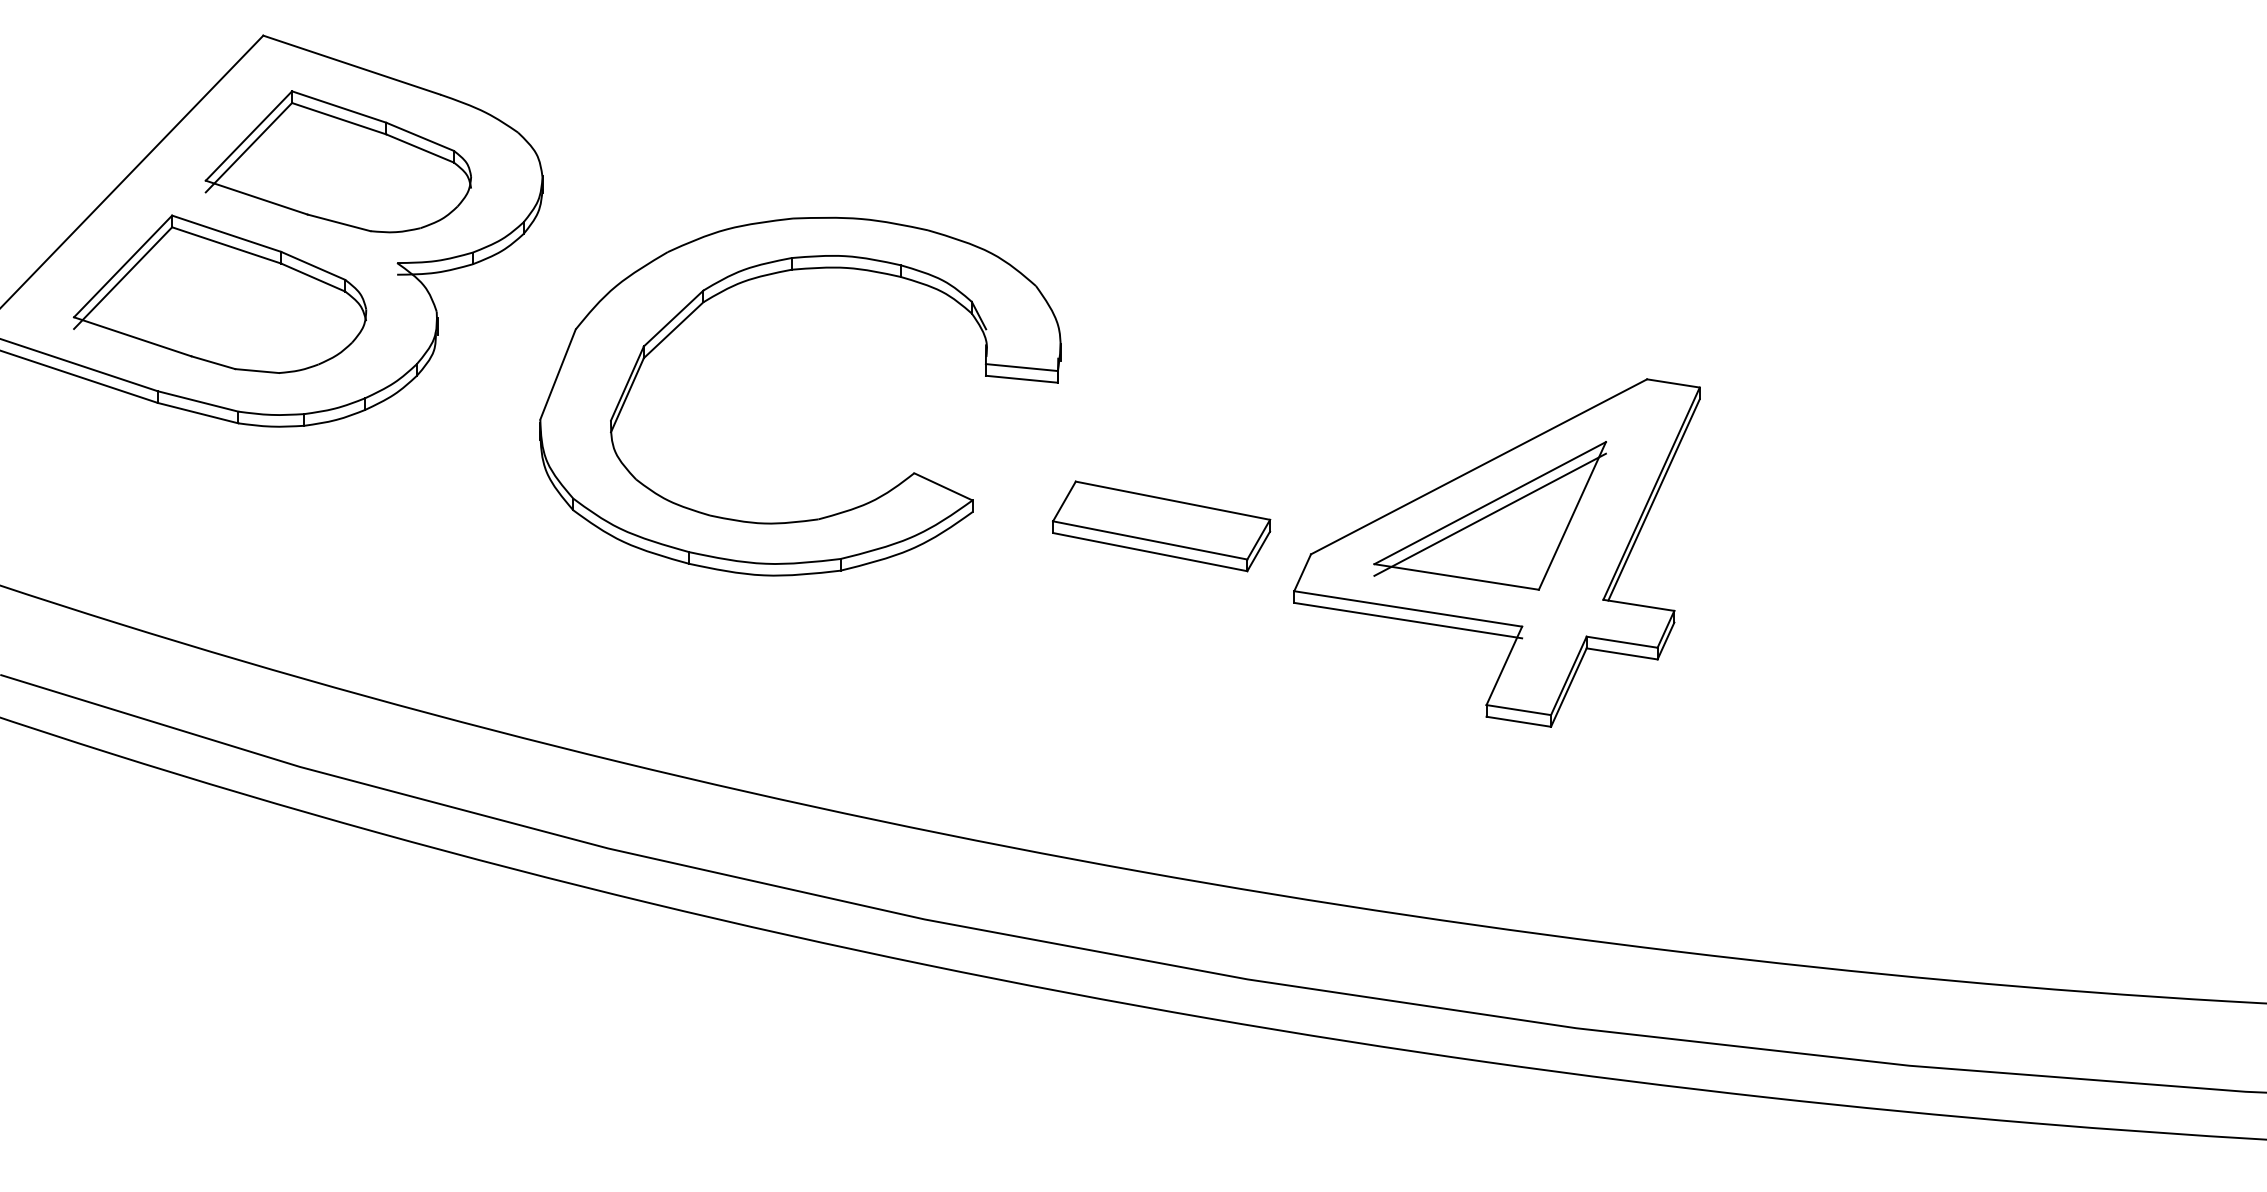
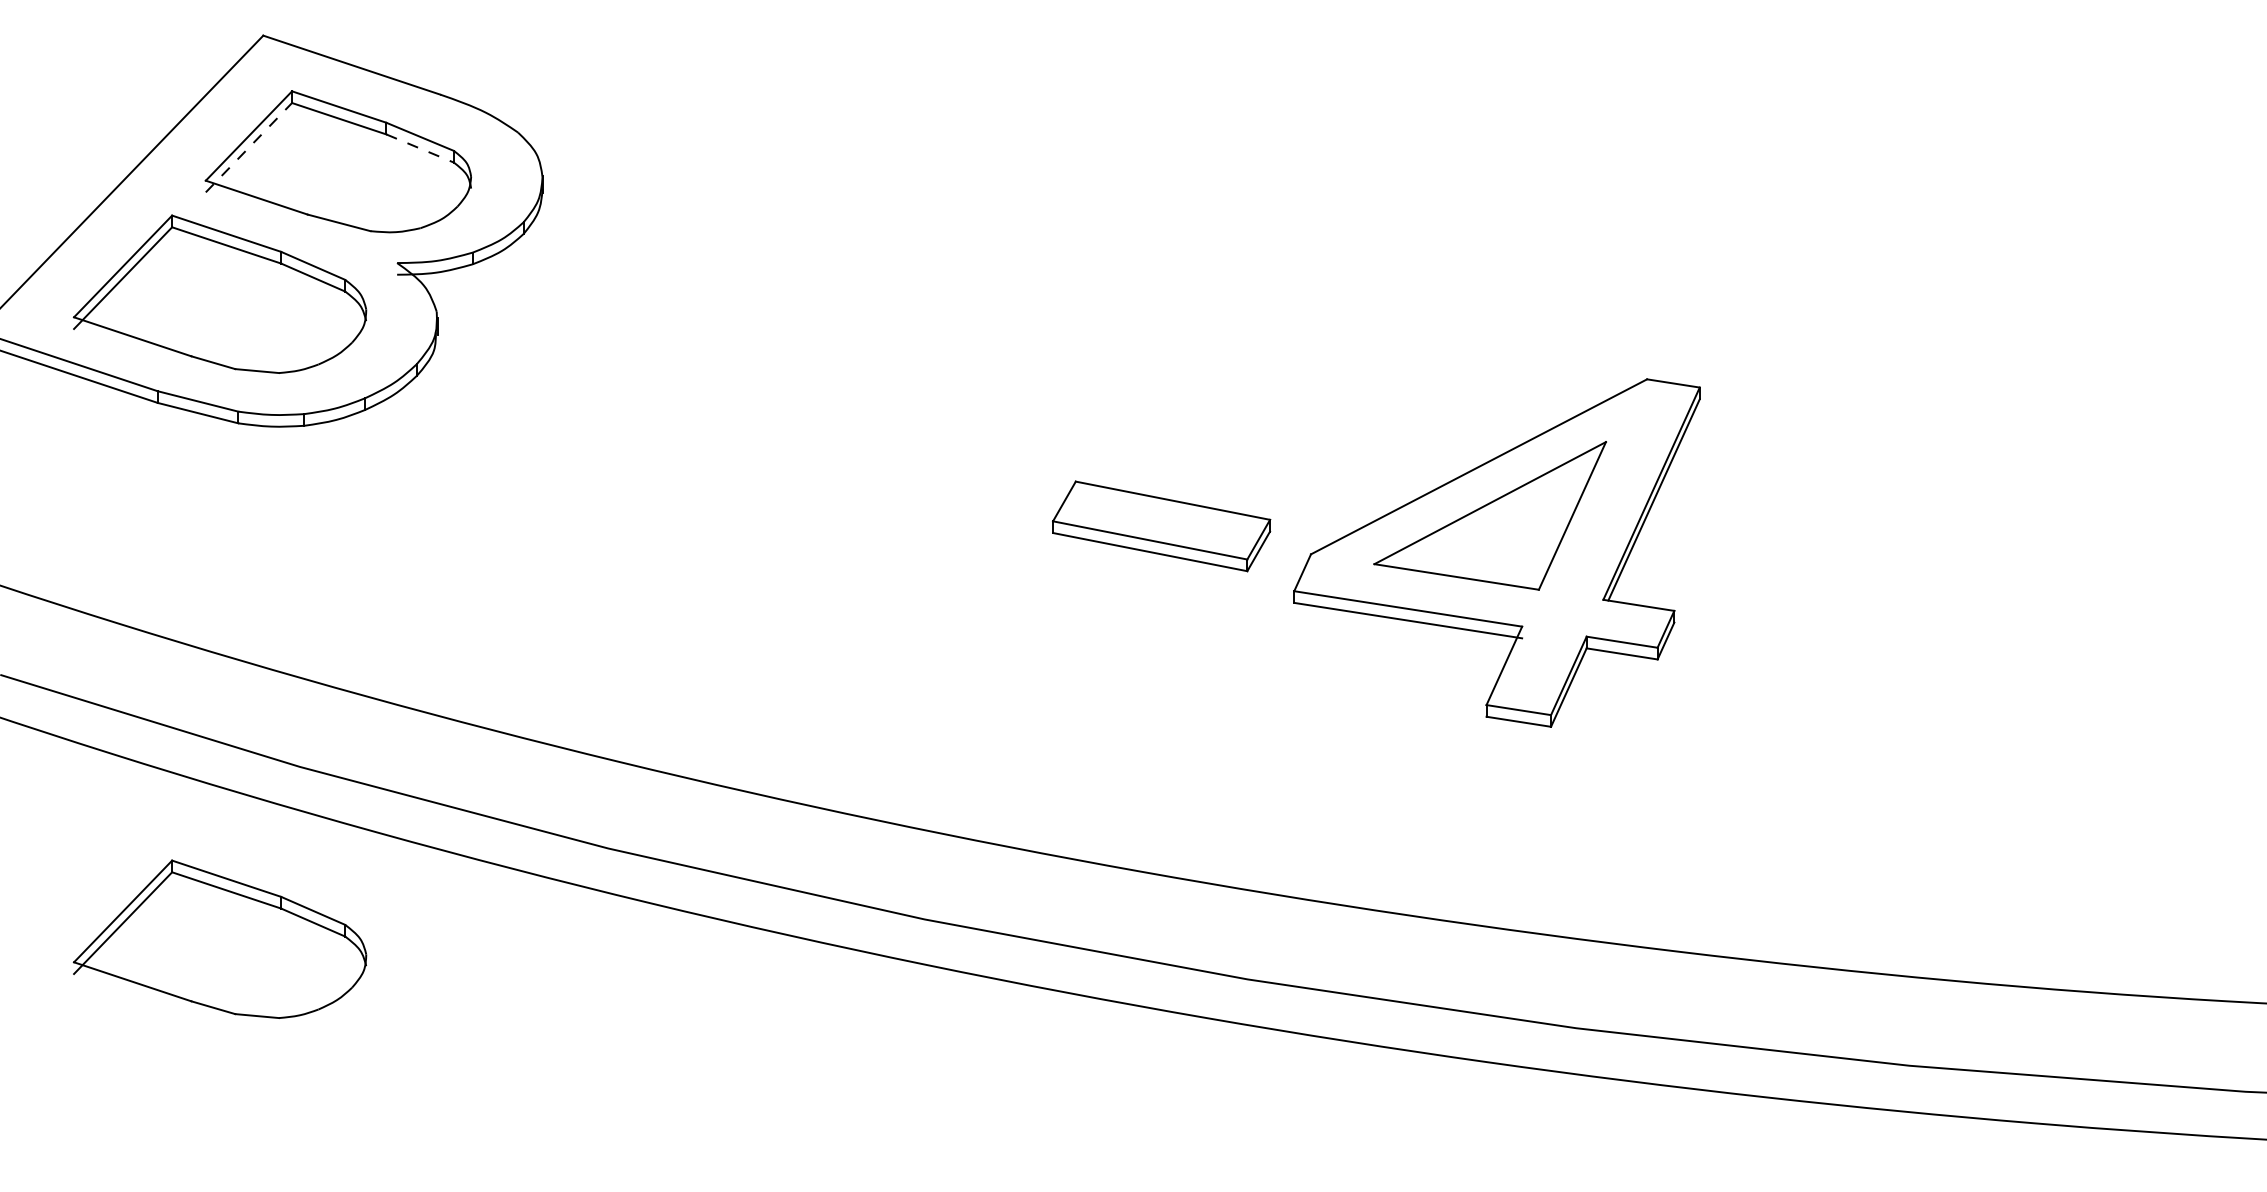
line at (249, 147): solid -> dashed
line at (420, 148): solid -> dashed
part at (831, 514): present -> none
line at (1489, 514): present -> none
part at (219, 938): none -> present
